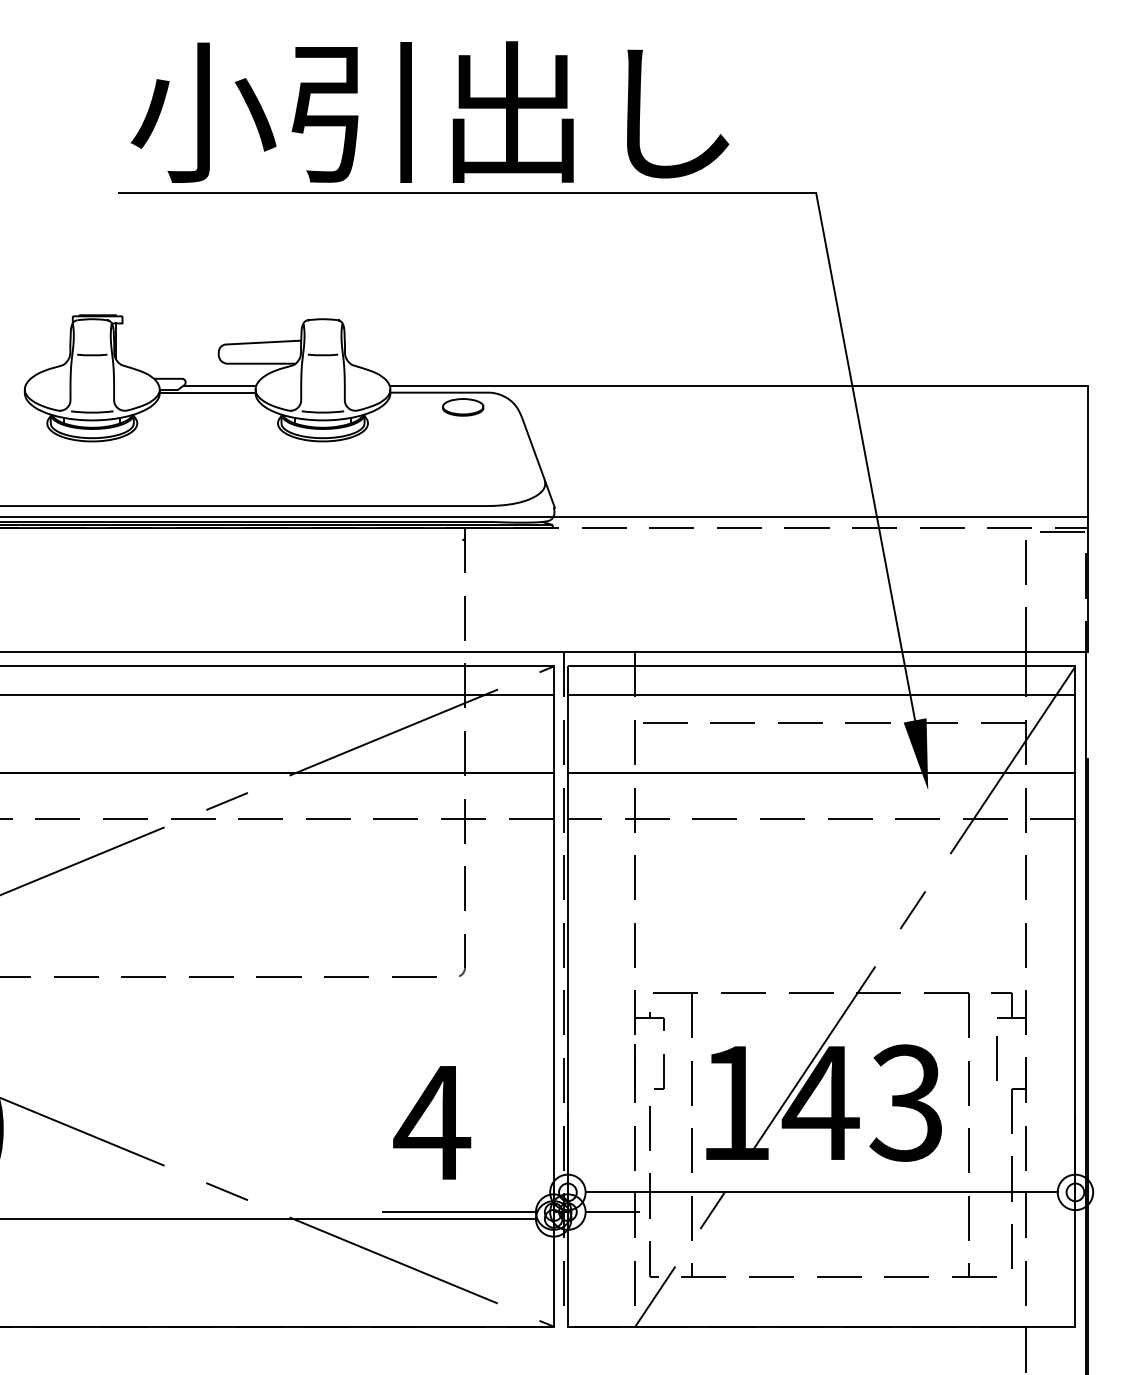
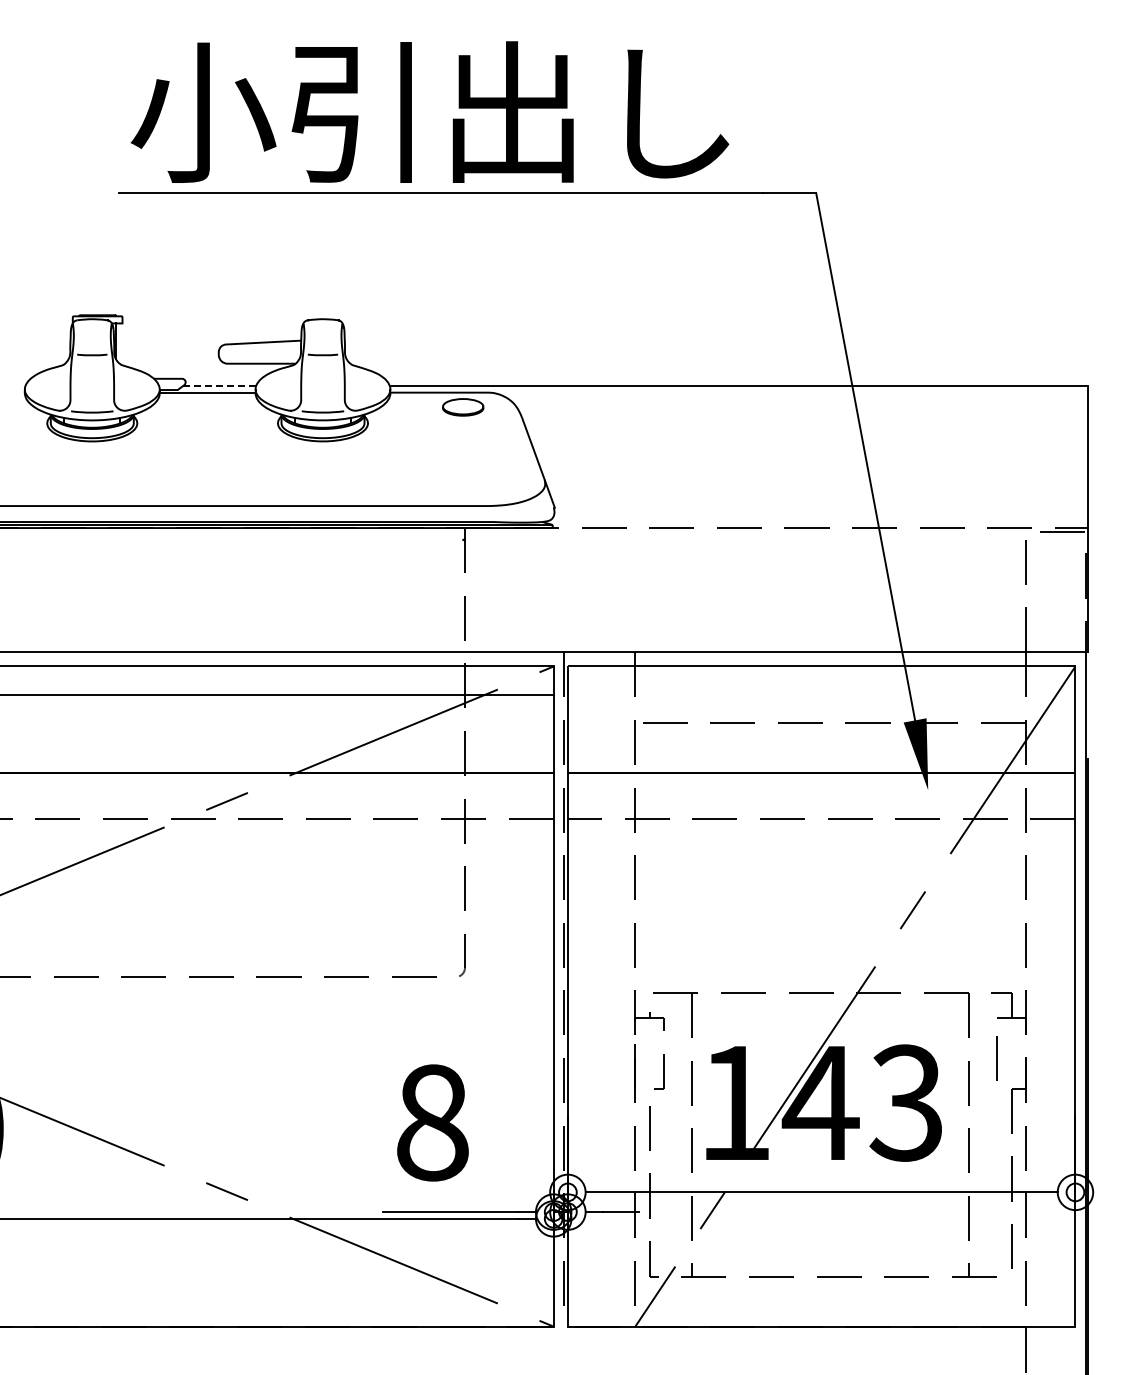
line at (219, 386): solid -> dashed
line at (544, 517): present -> none
line at (821, 694): present -> none
text at (432, 1122): 4 -> 8
